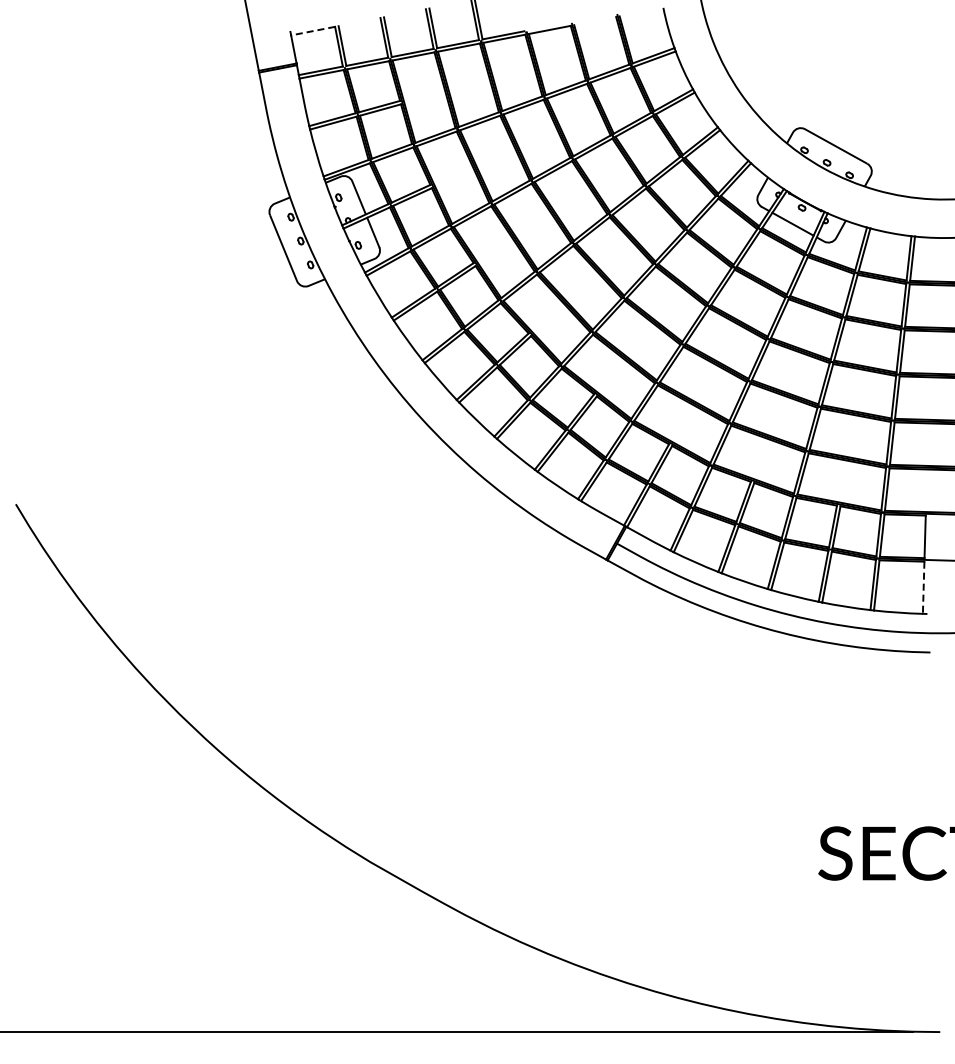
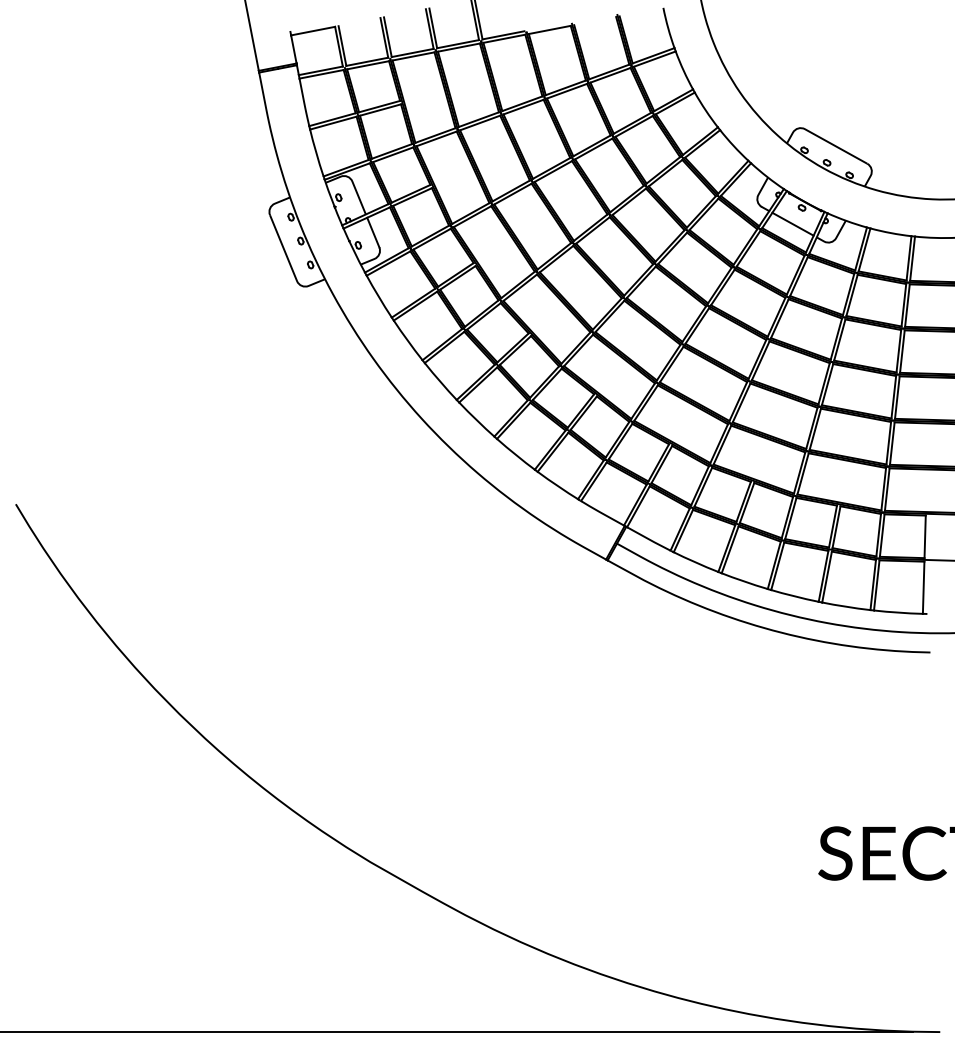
line at (312, 31): dashed -> solid
line at (923, 588): dashed -> solid
